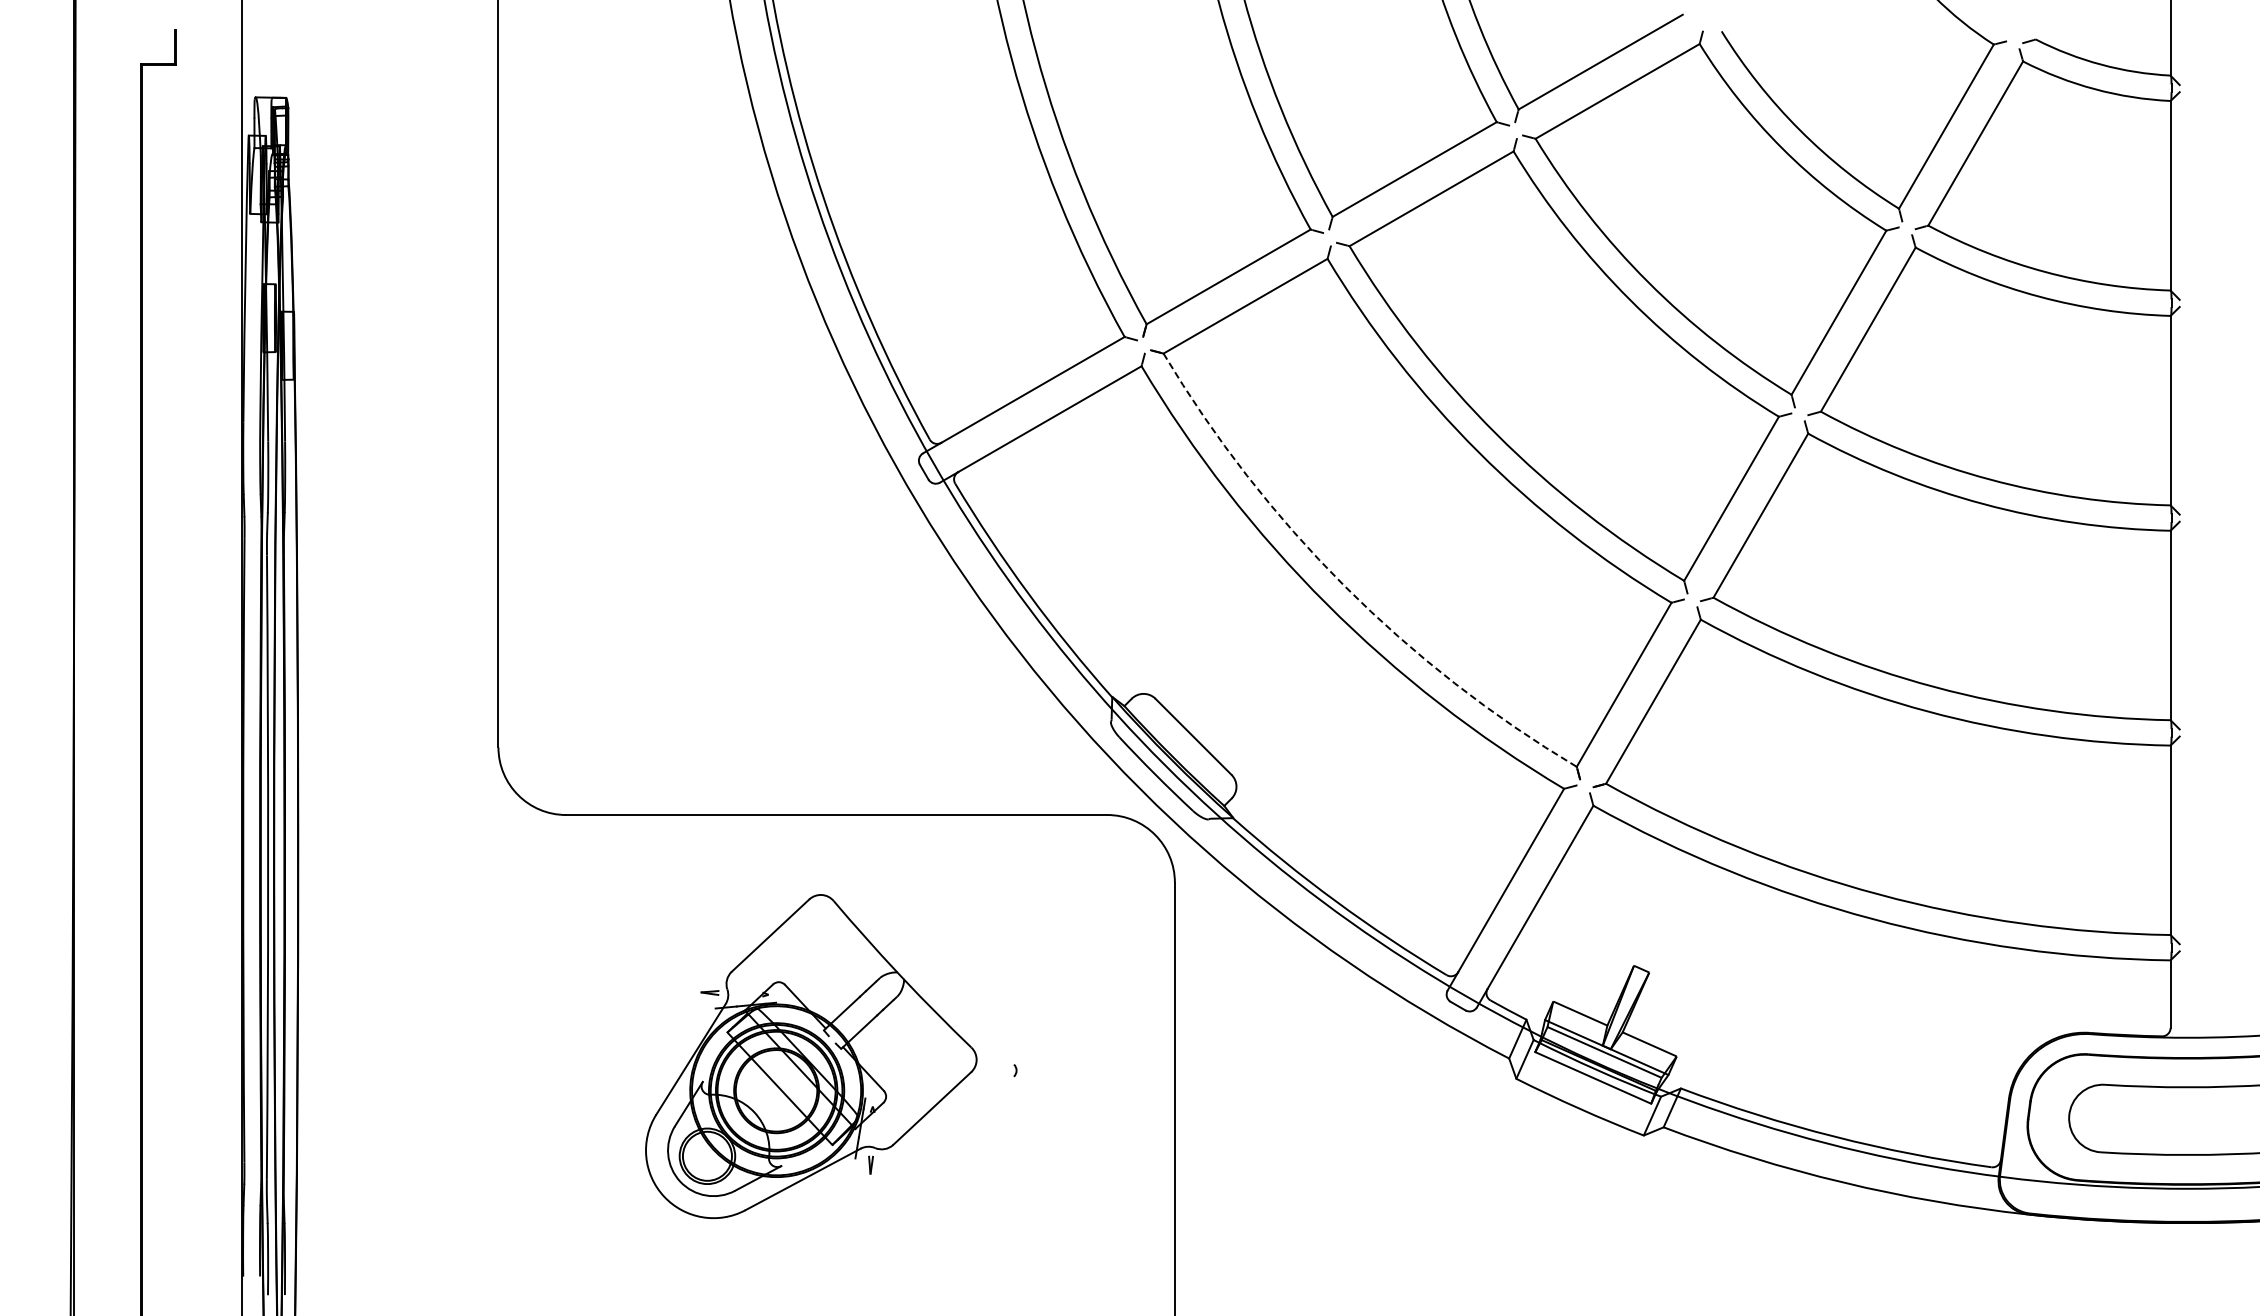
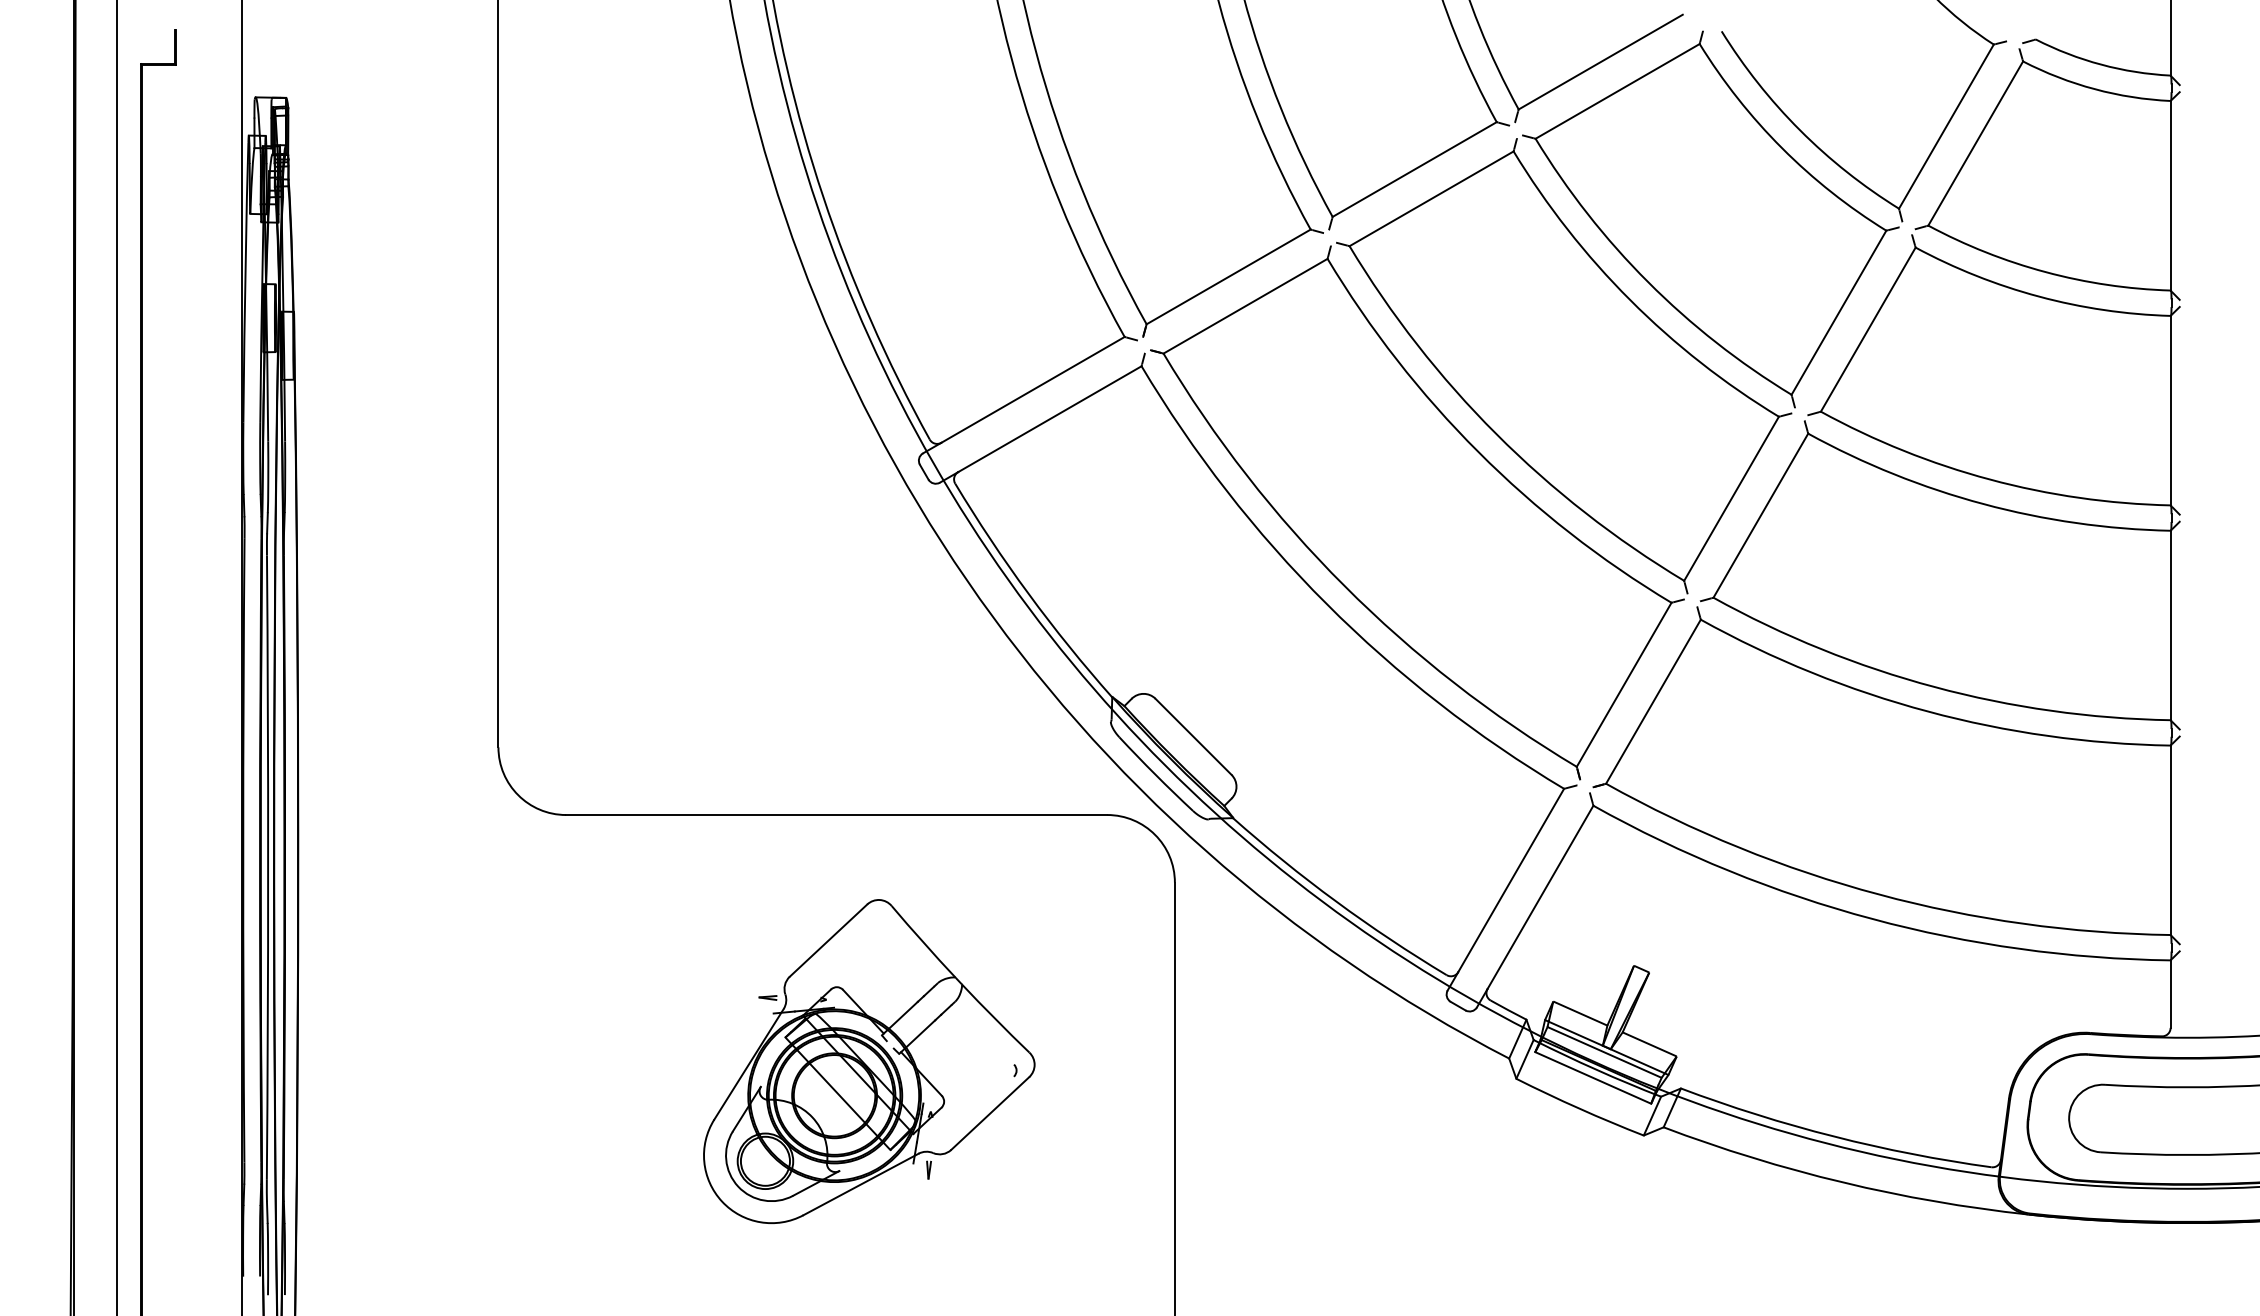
arc at (1344, 585): dashed -> solid
line at (116, 657): none -> present
part at (811, 1056) position: (811, 1056) -> (869, 1061)
